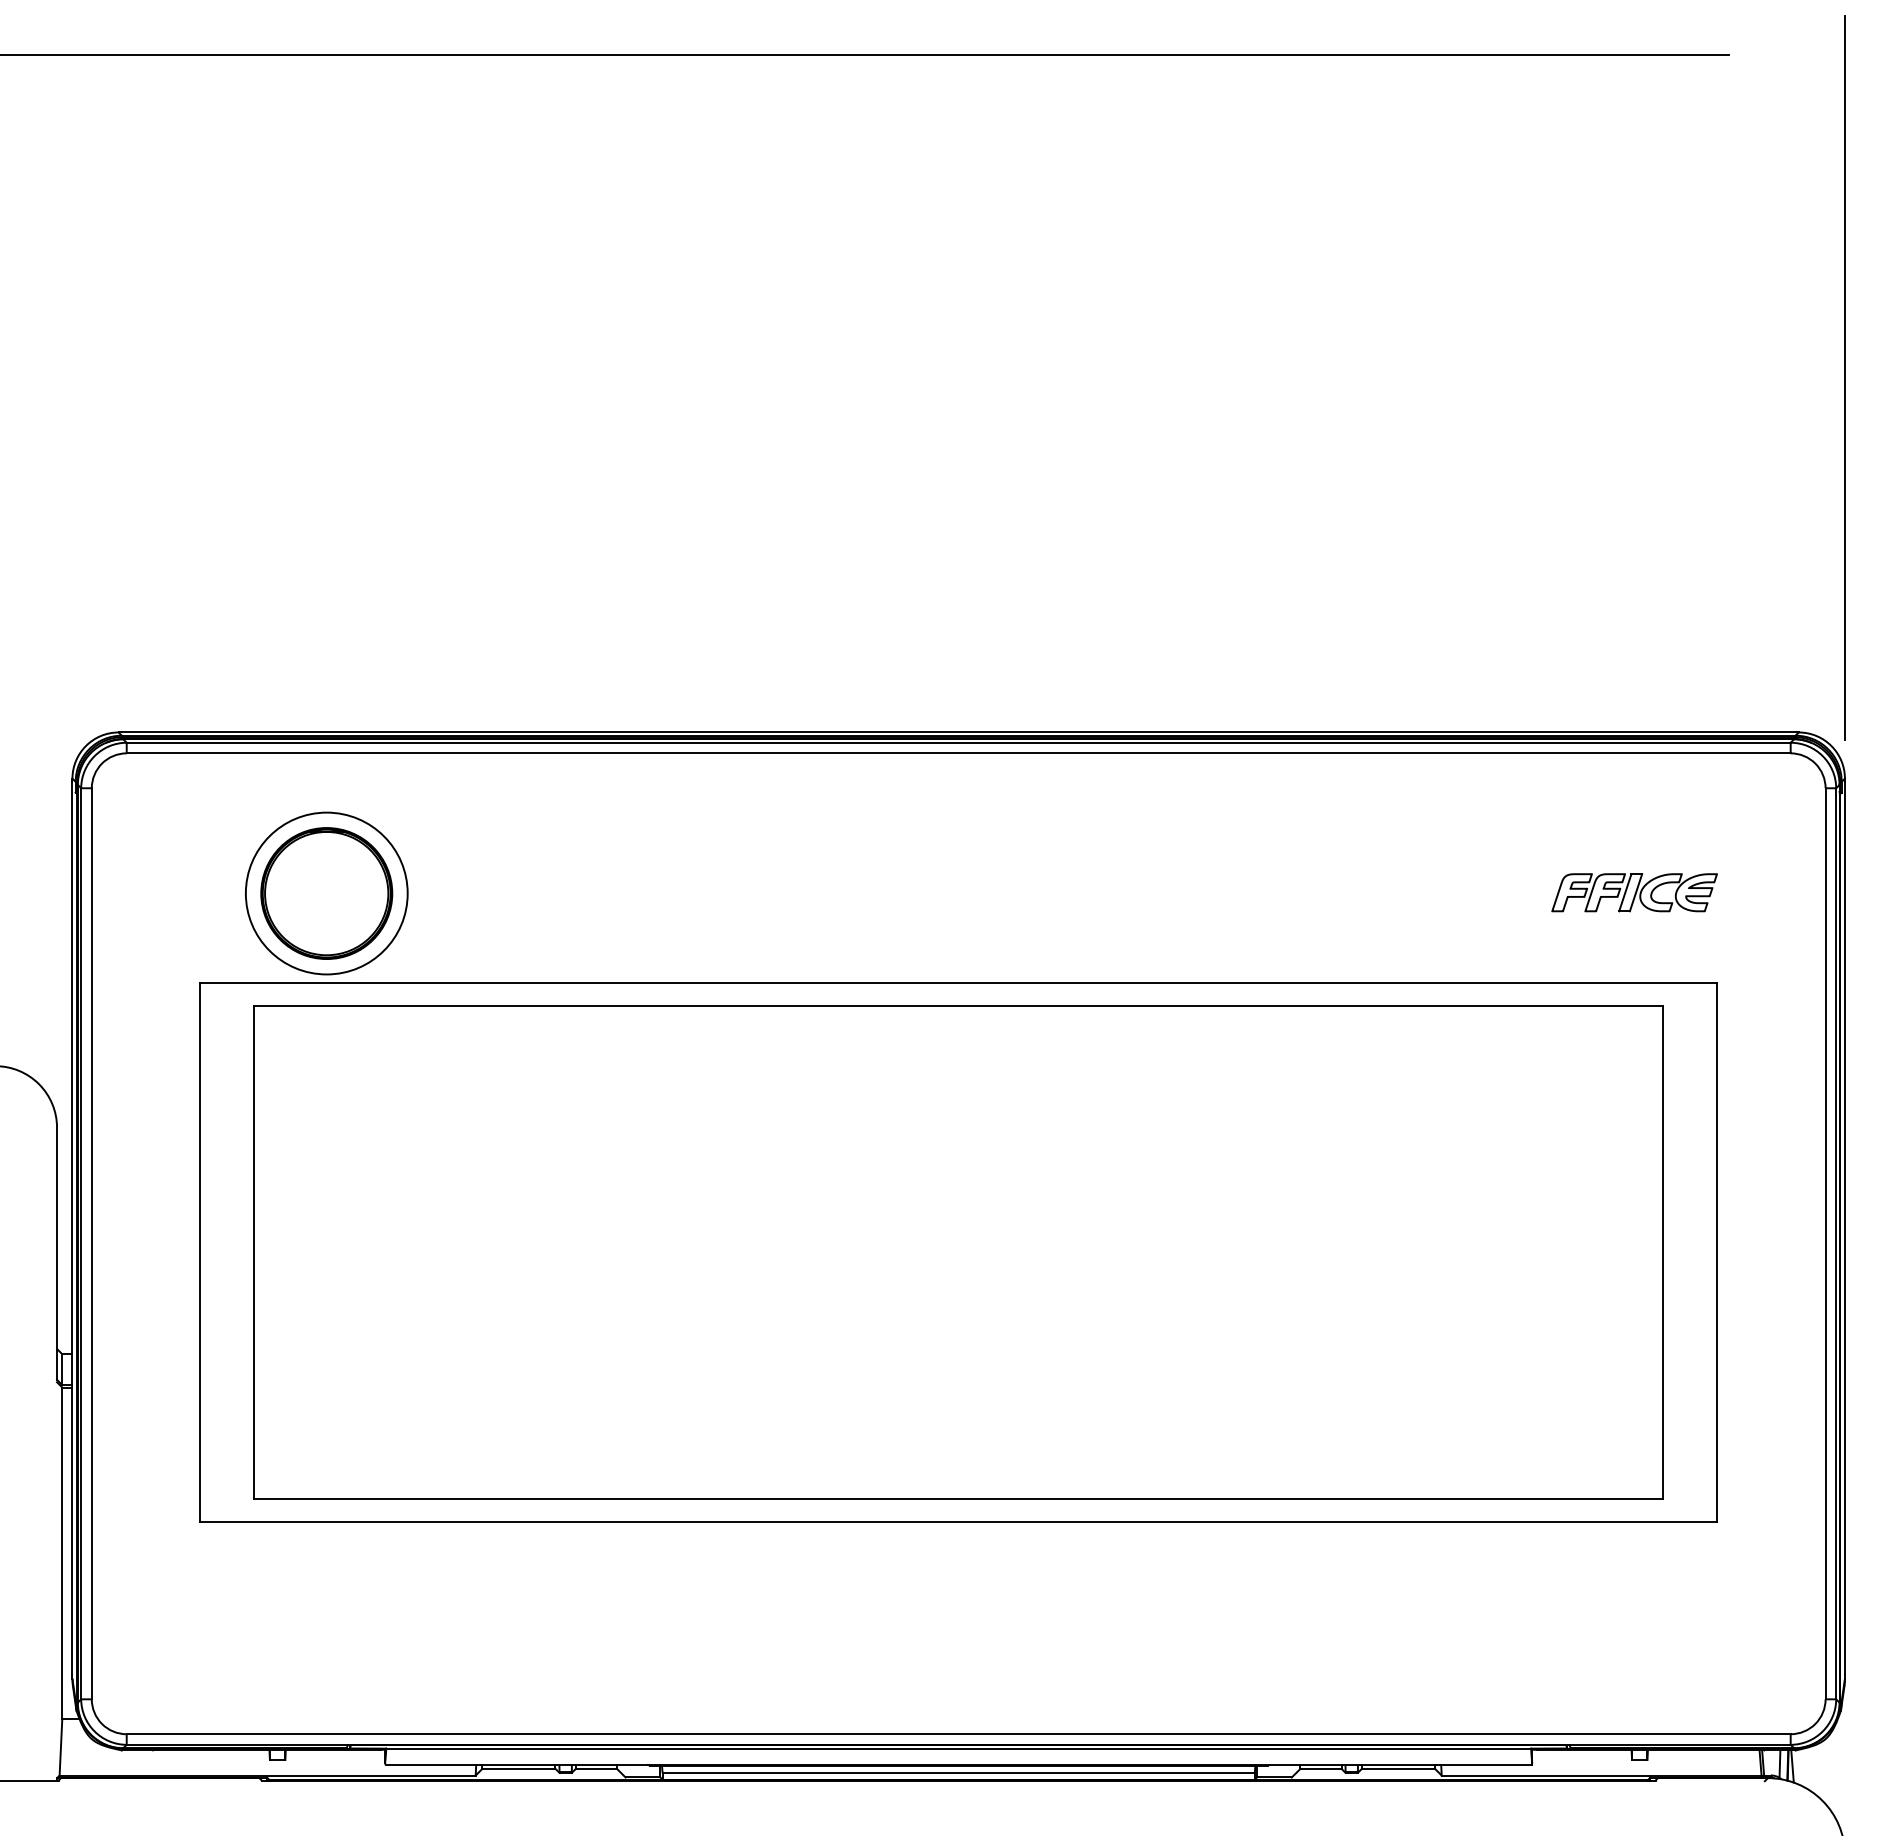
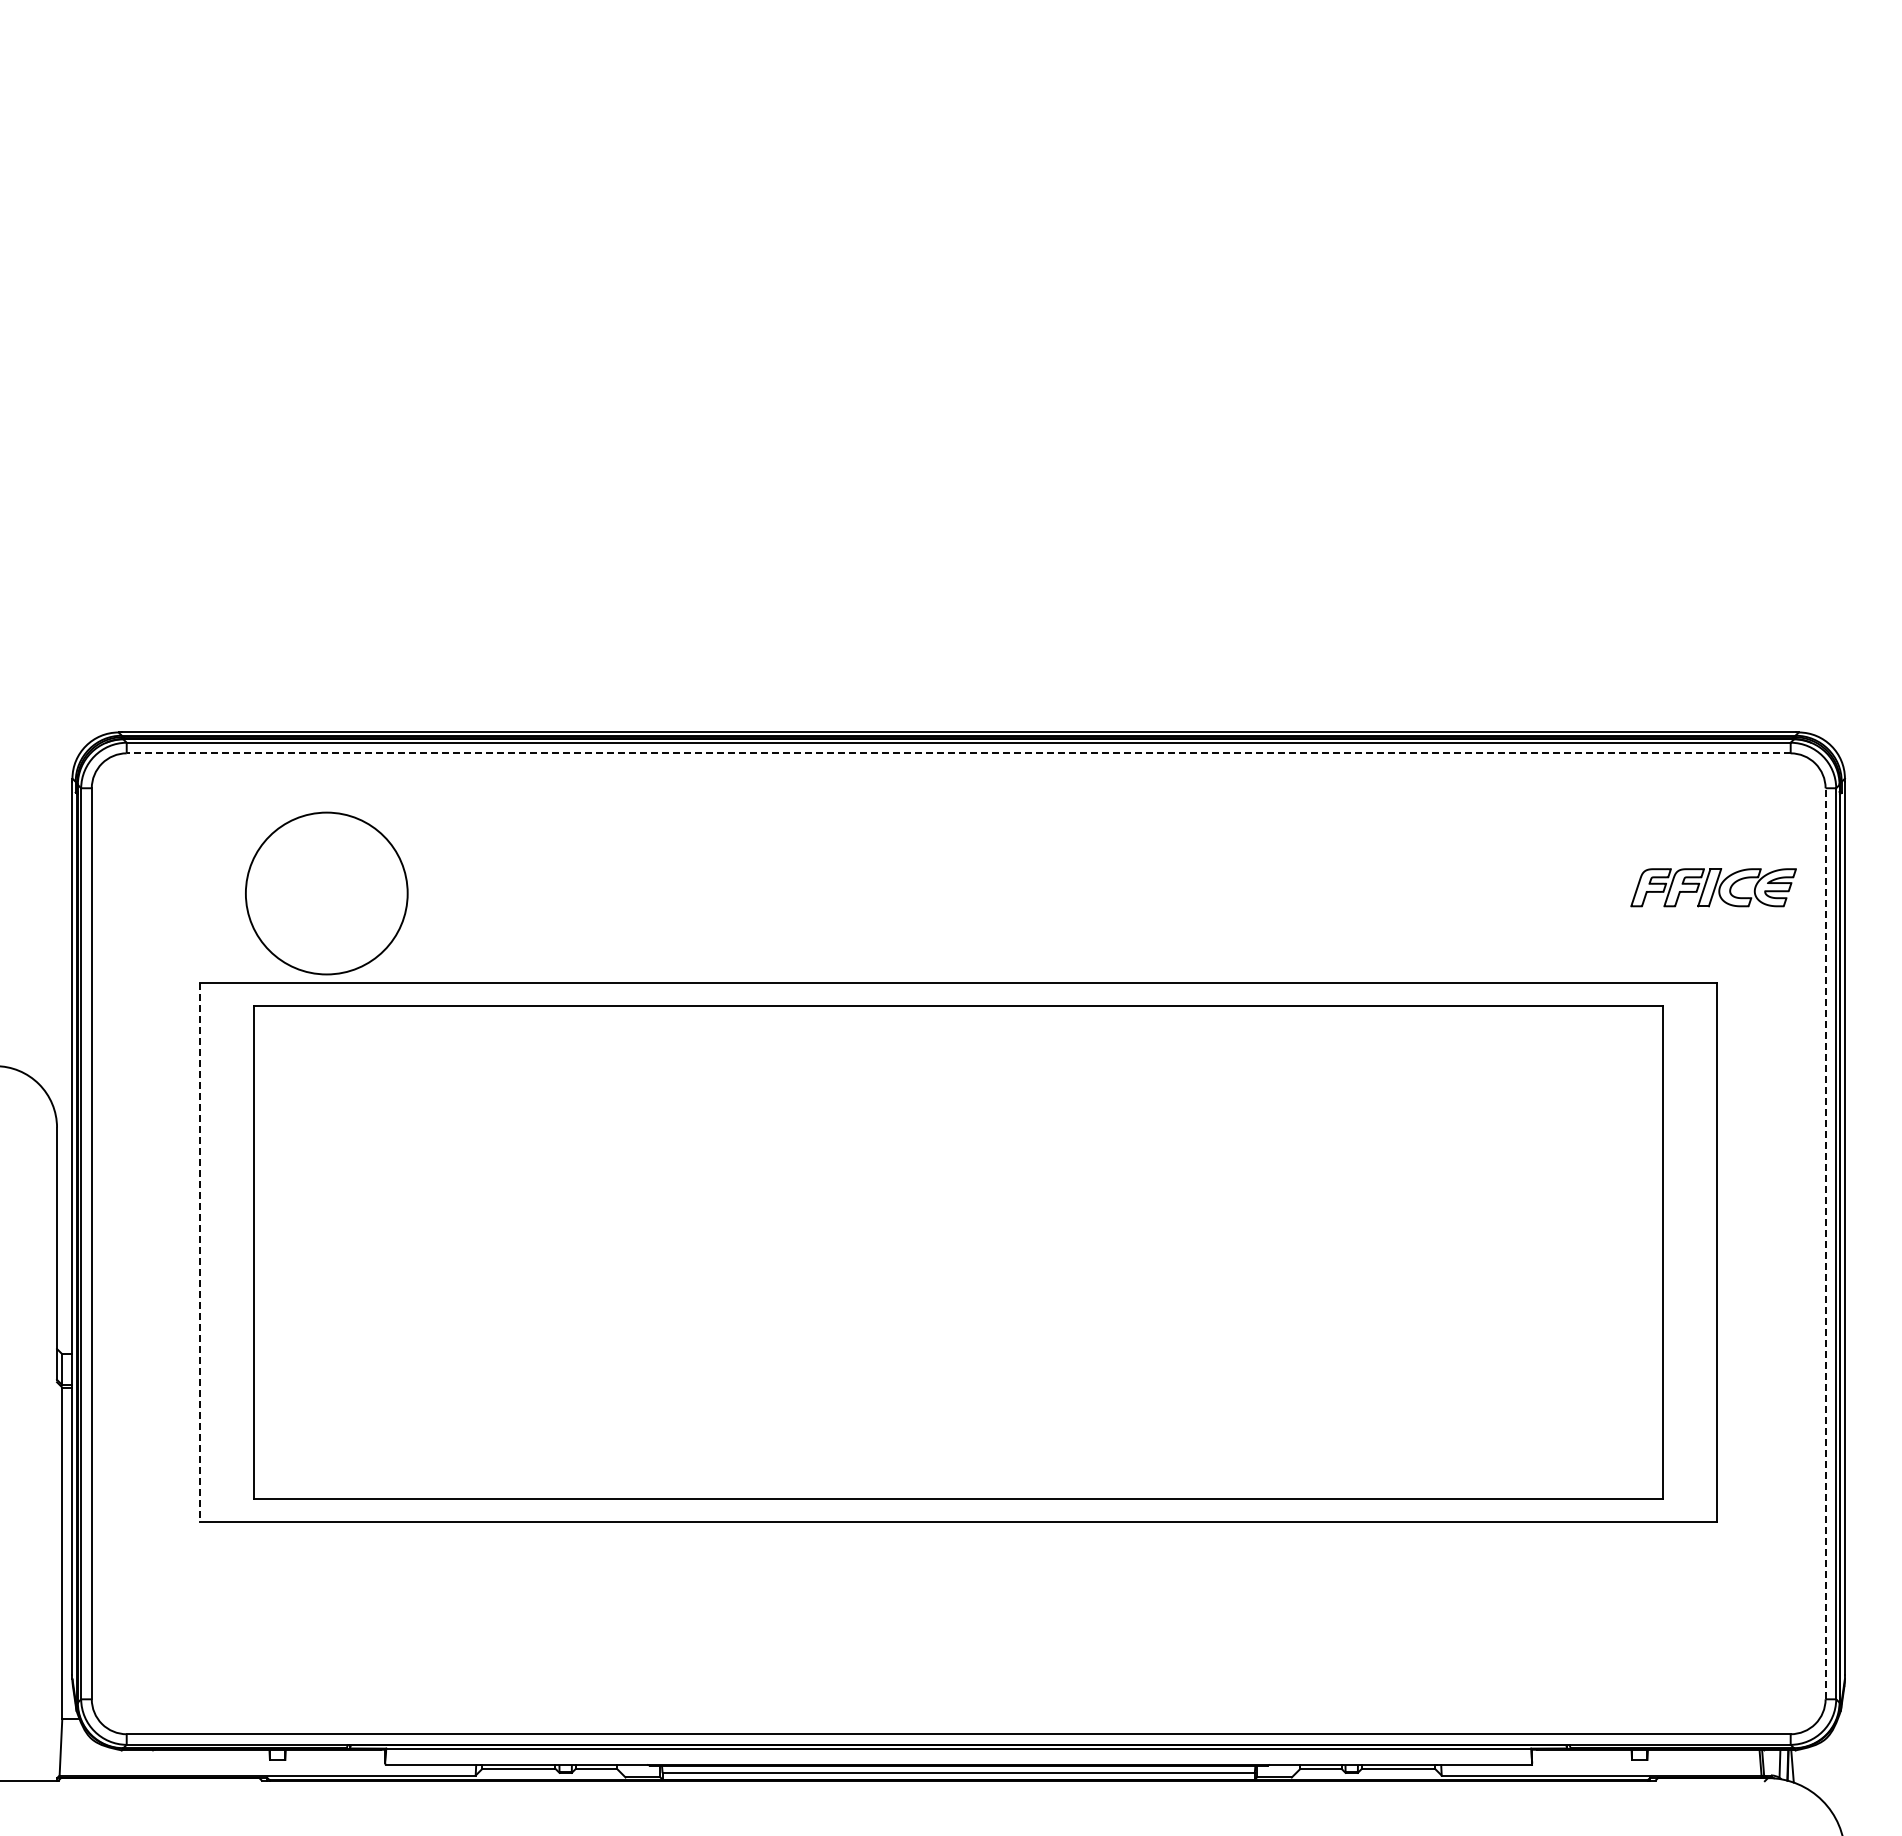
line at (865, 55): present -> none
line at (1844, 378): present -> none
line at (958, 753): solid -> dashed
part at (1634, 892) position: (1634, 892) -> (1713, 887)
part at (326, 893): present -> none
line at (1825, 1243): solid -> dashed
line at (200, 1252): solid -> dashed
